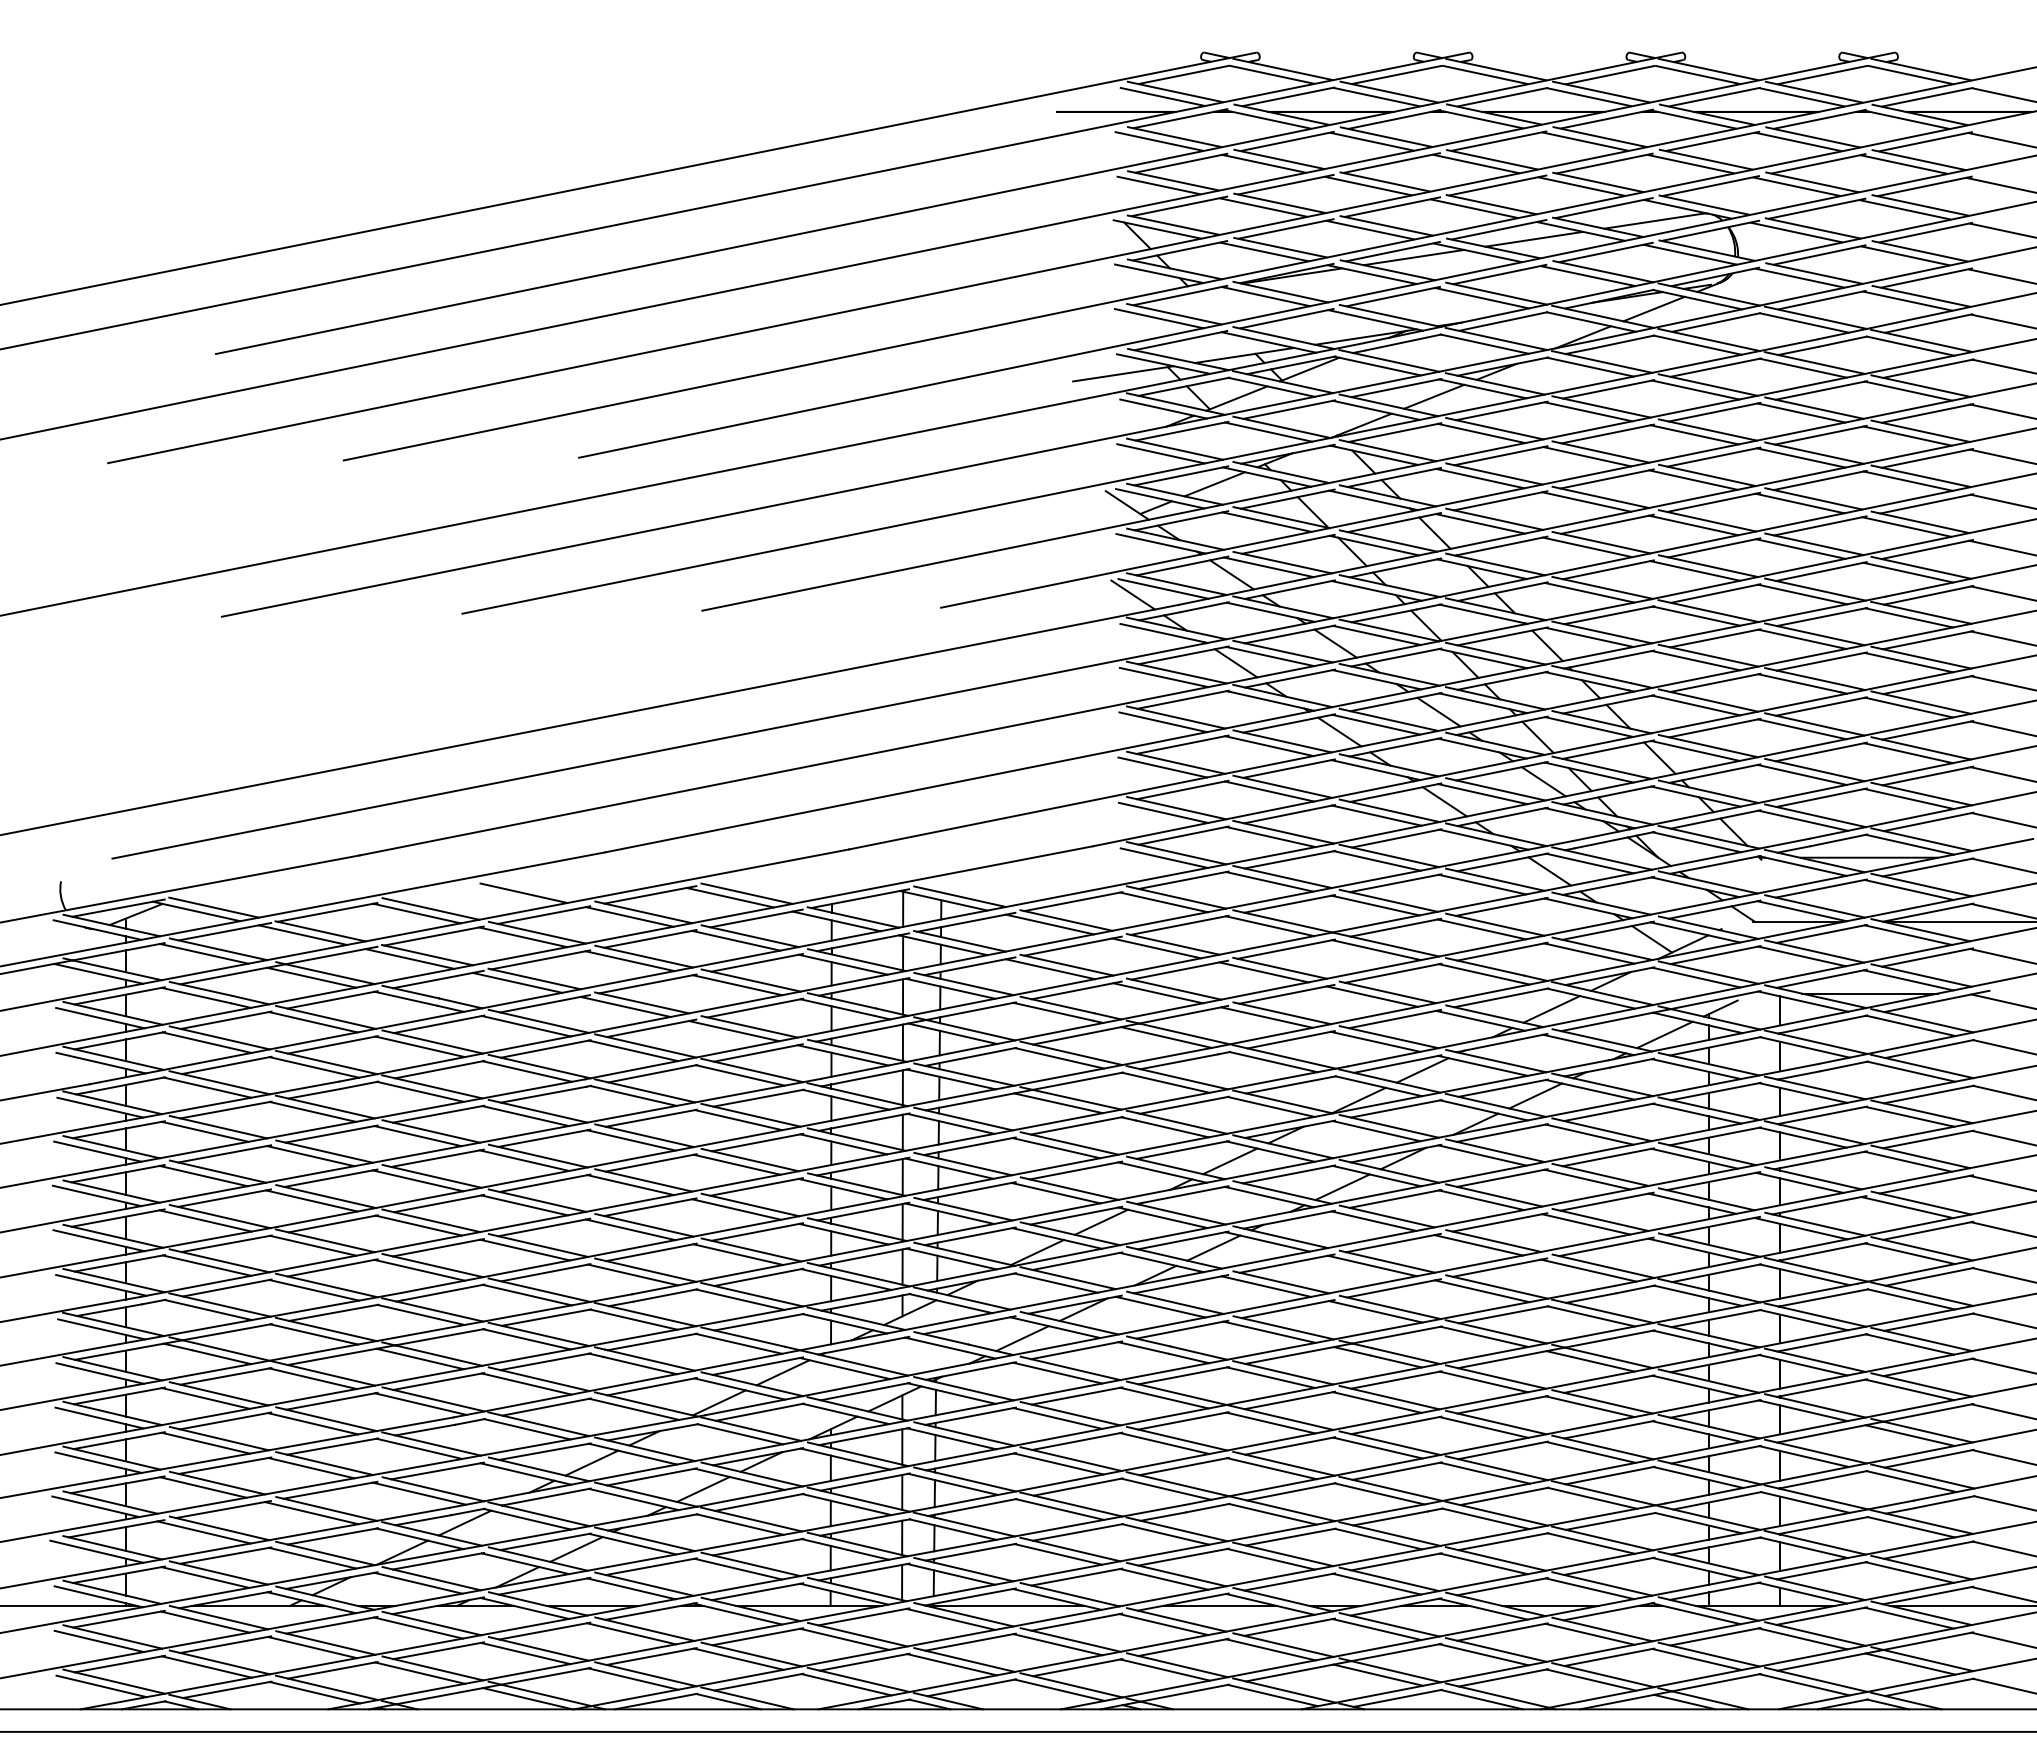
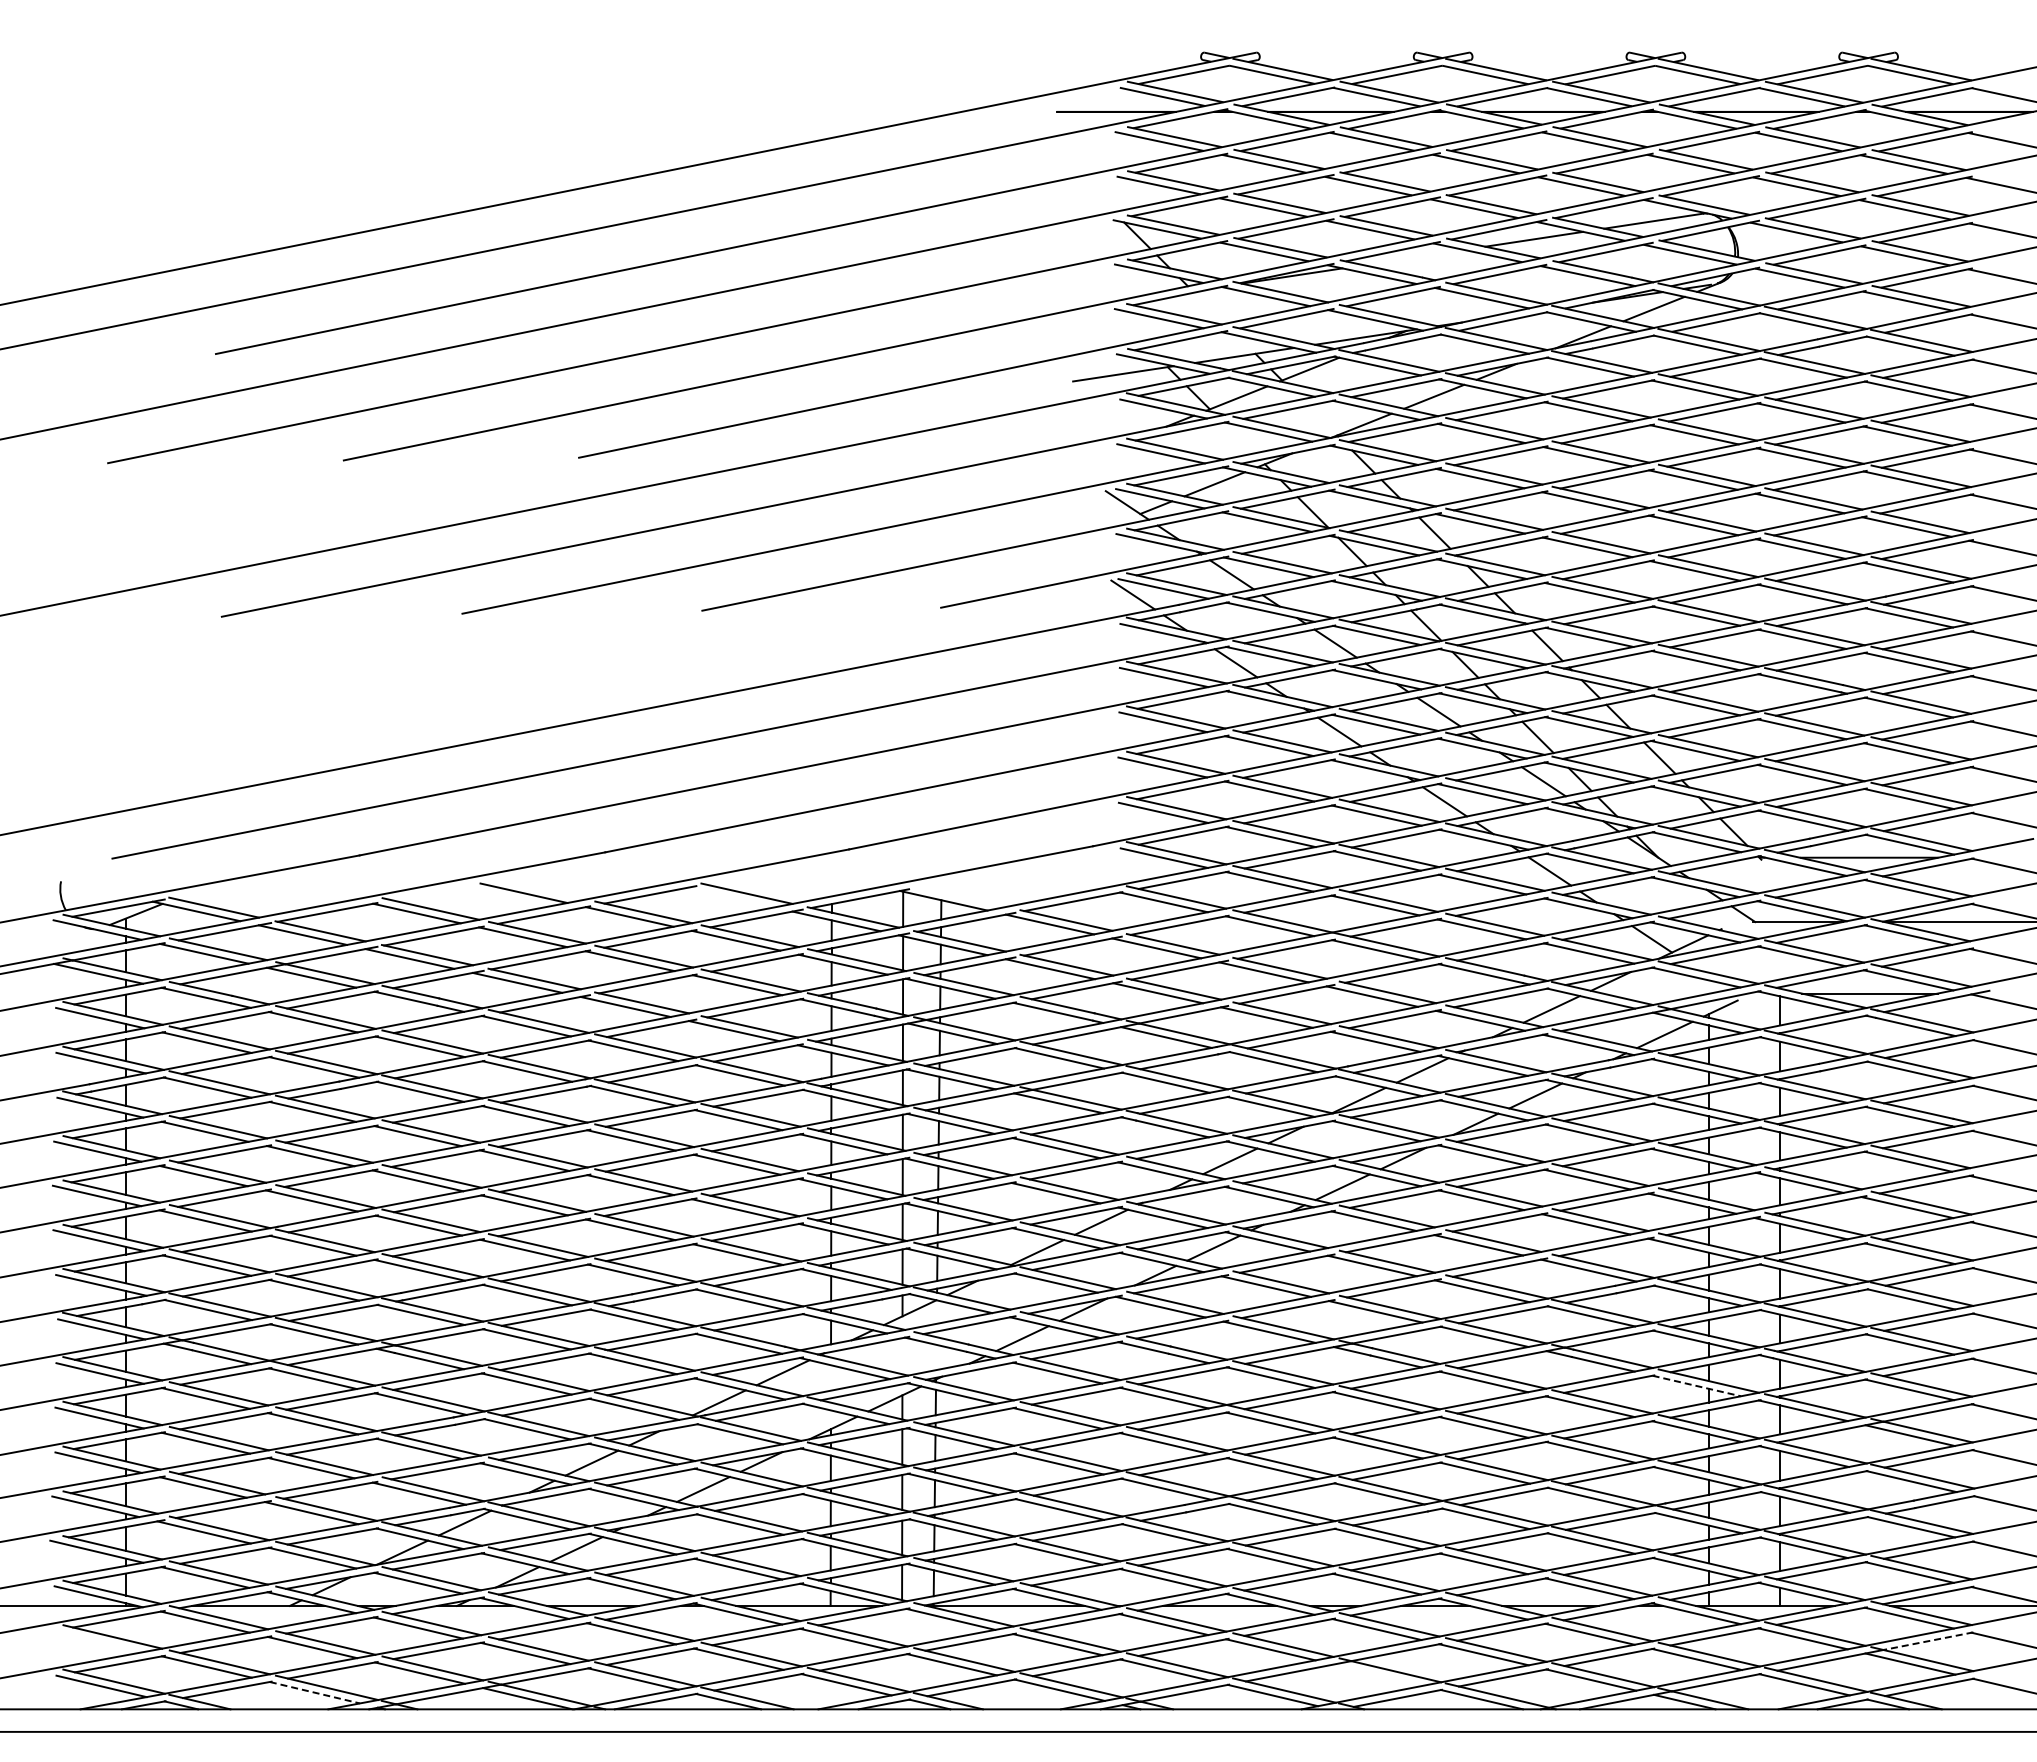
line at (1413, 257): present -> none
line at (960, 896): present -> none
line at (730, 897): present -> none
line at (1697, 1386): solid -> dashed
line at (98, 1641): present -> none
line at (1928, 1641): solid -> dashed
line at (1378, 1674): present -> none
line at (315, 1692): solid -> dashed
